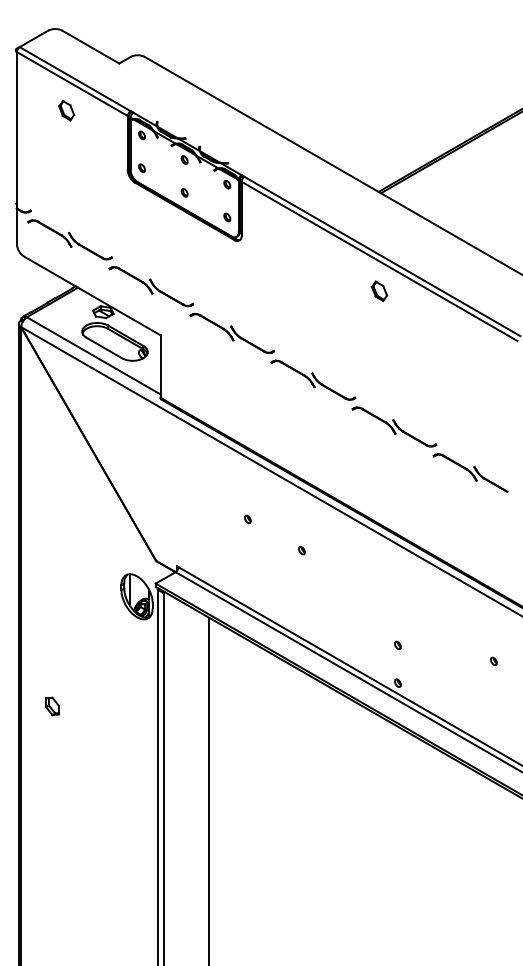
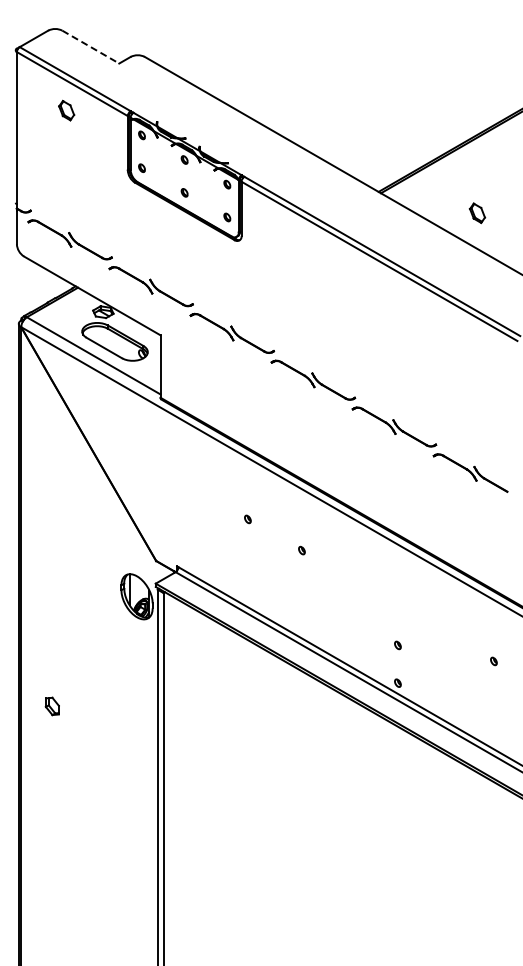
line at (90, 47): solid -> dashed
part at (379, 291) position: (379, 291) -> (477, 213)
line at (209, 789): present -> none
